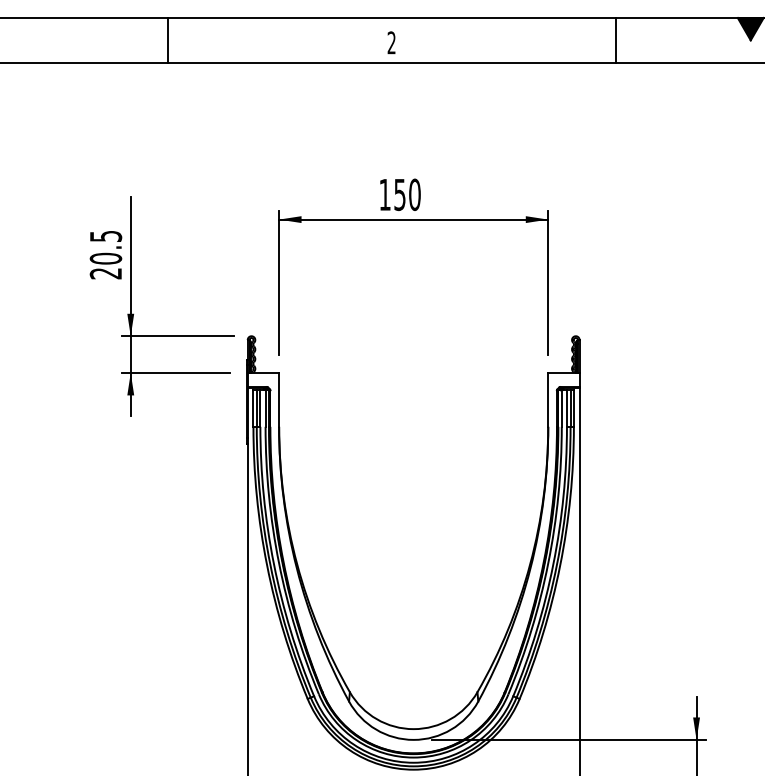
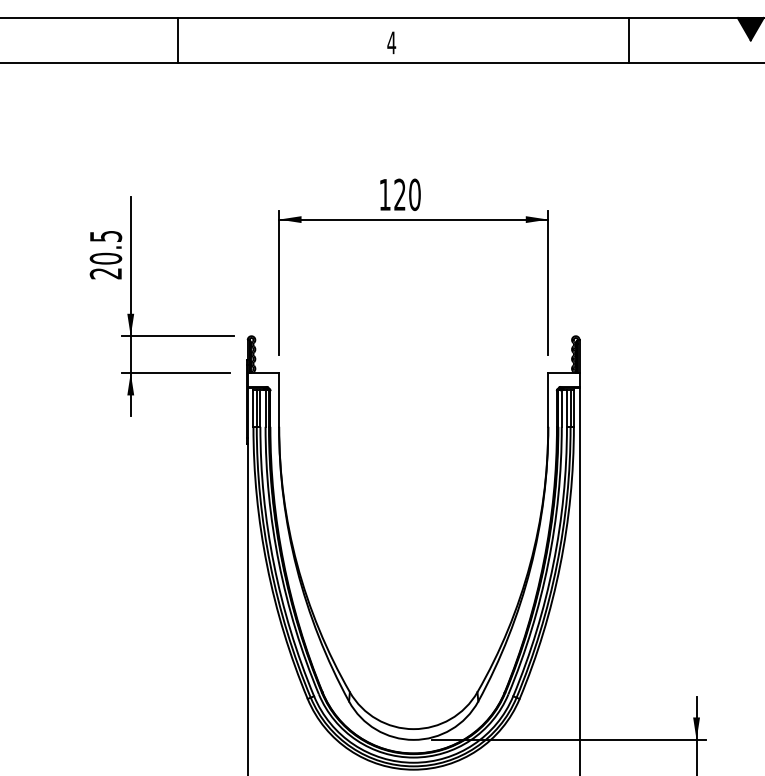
line at (167, 40) position: (167, 40) -> (177, 40)
line at (616, 40) position: (616, 40) -> (629, 40)
text at (391, 42): 2 -> 4
text at (399, 194): 150 -> 120
